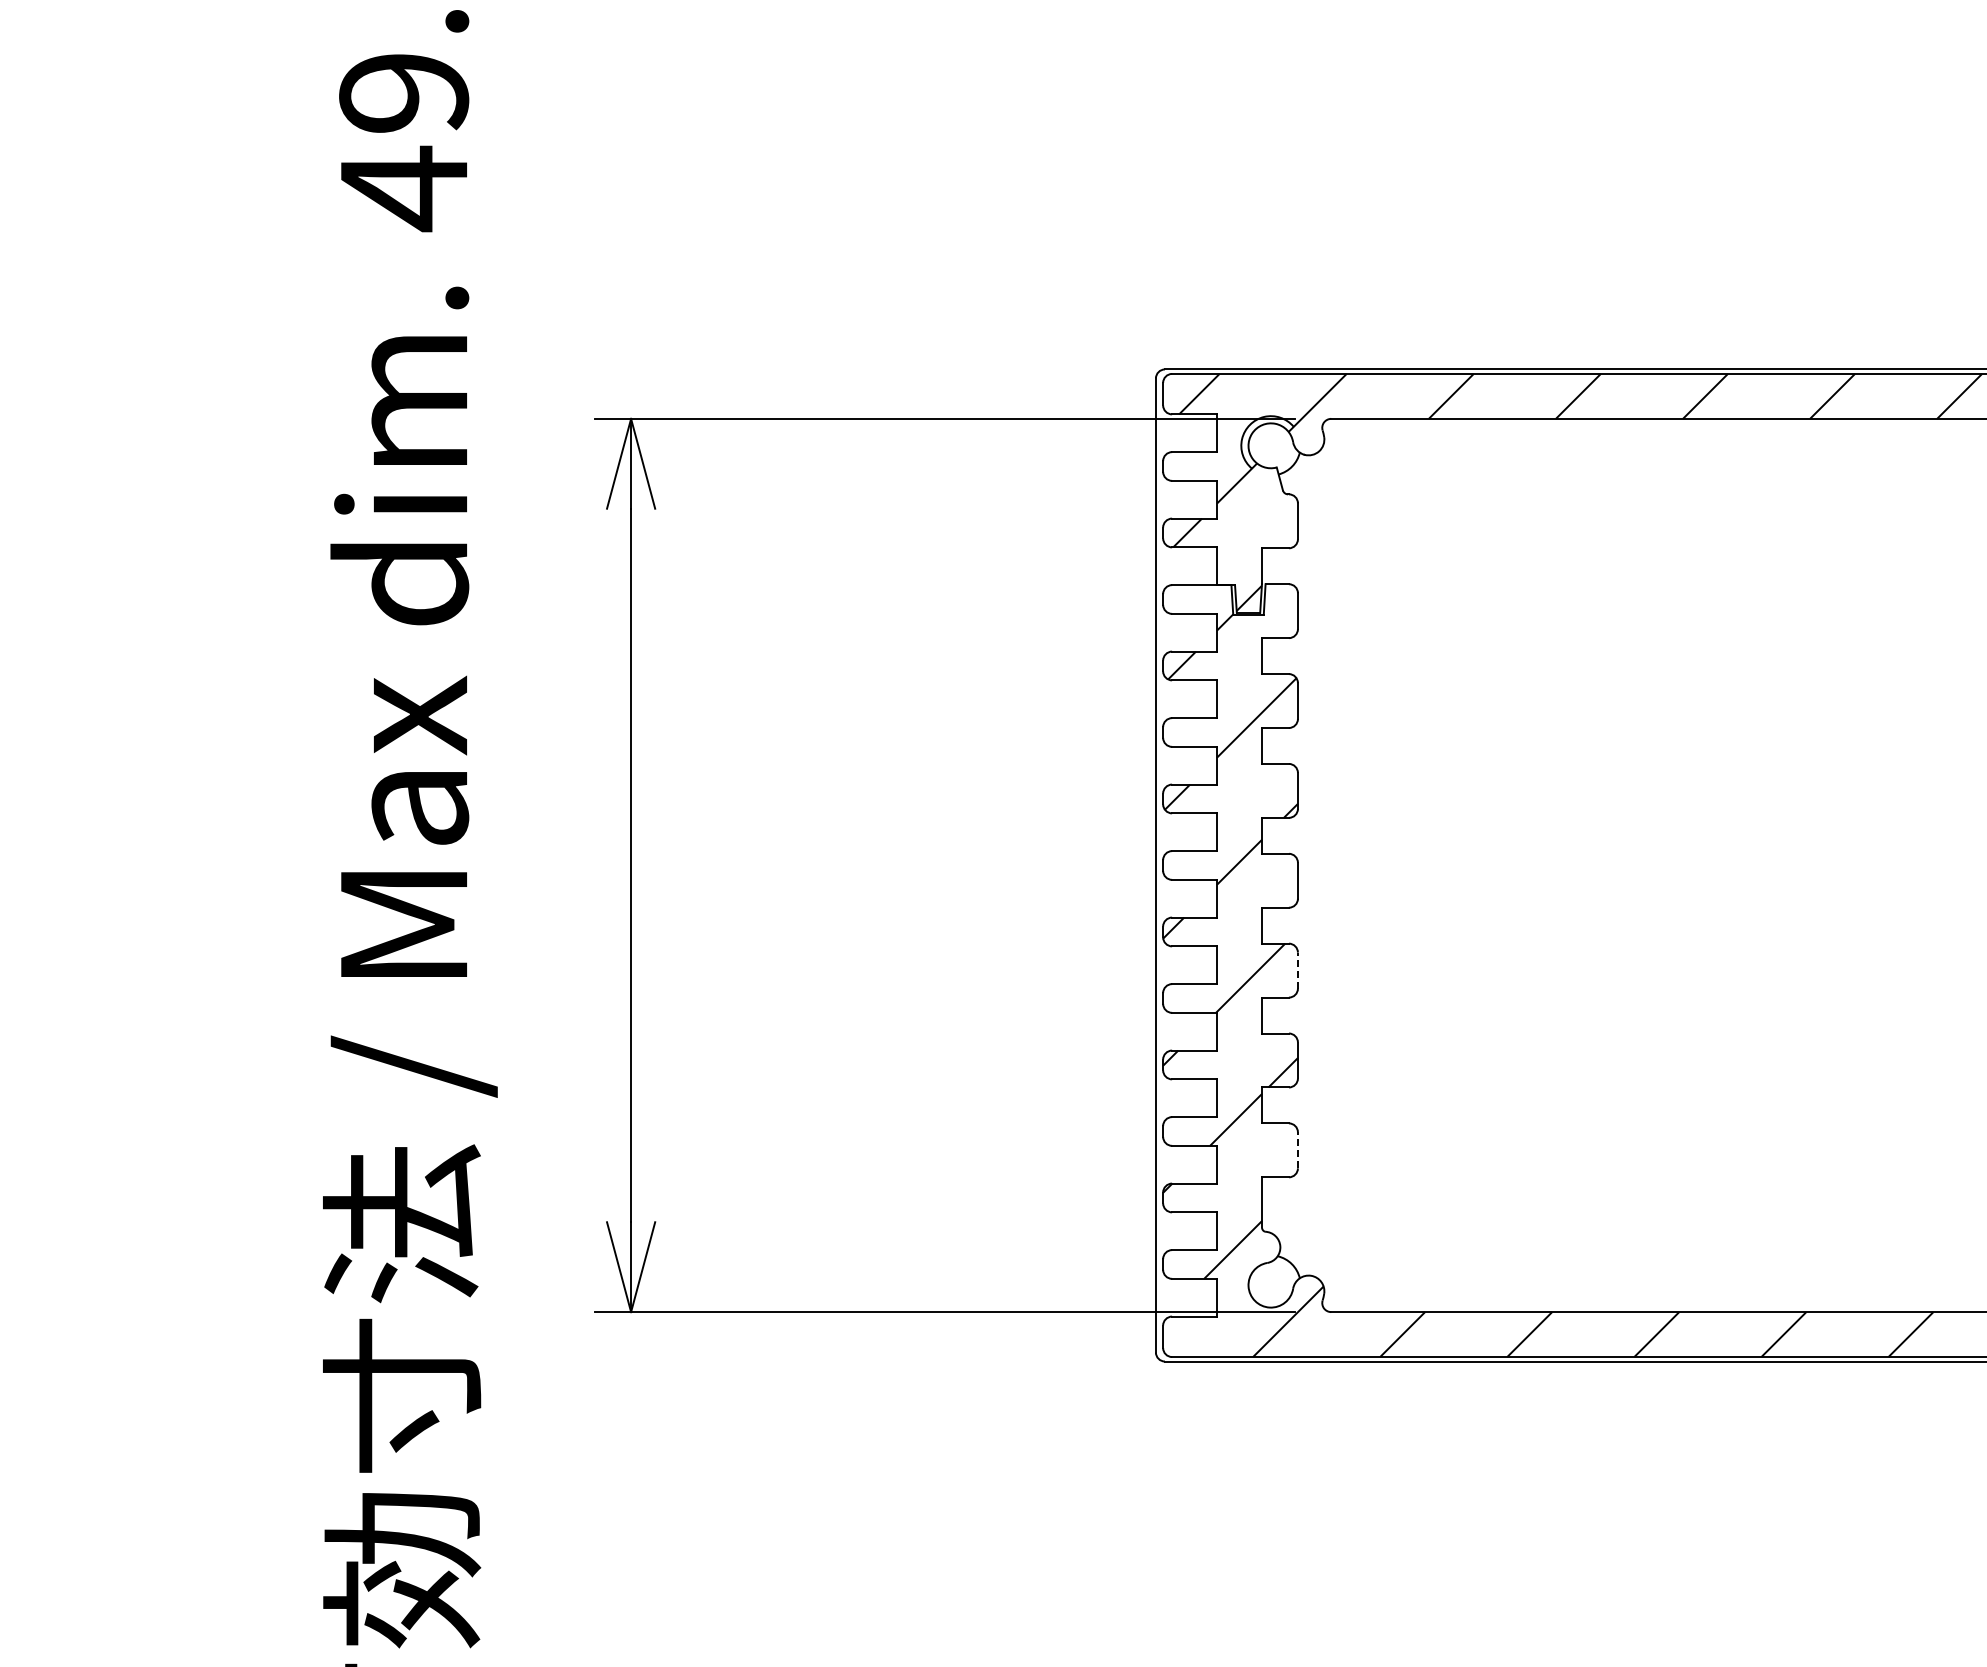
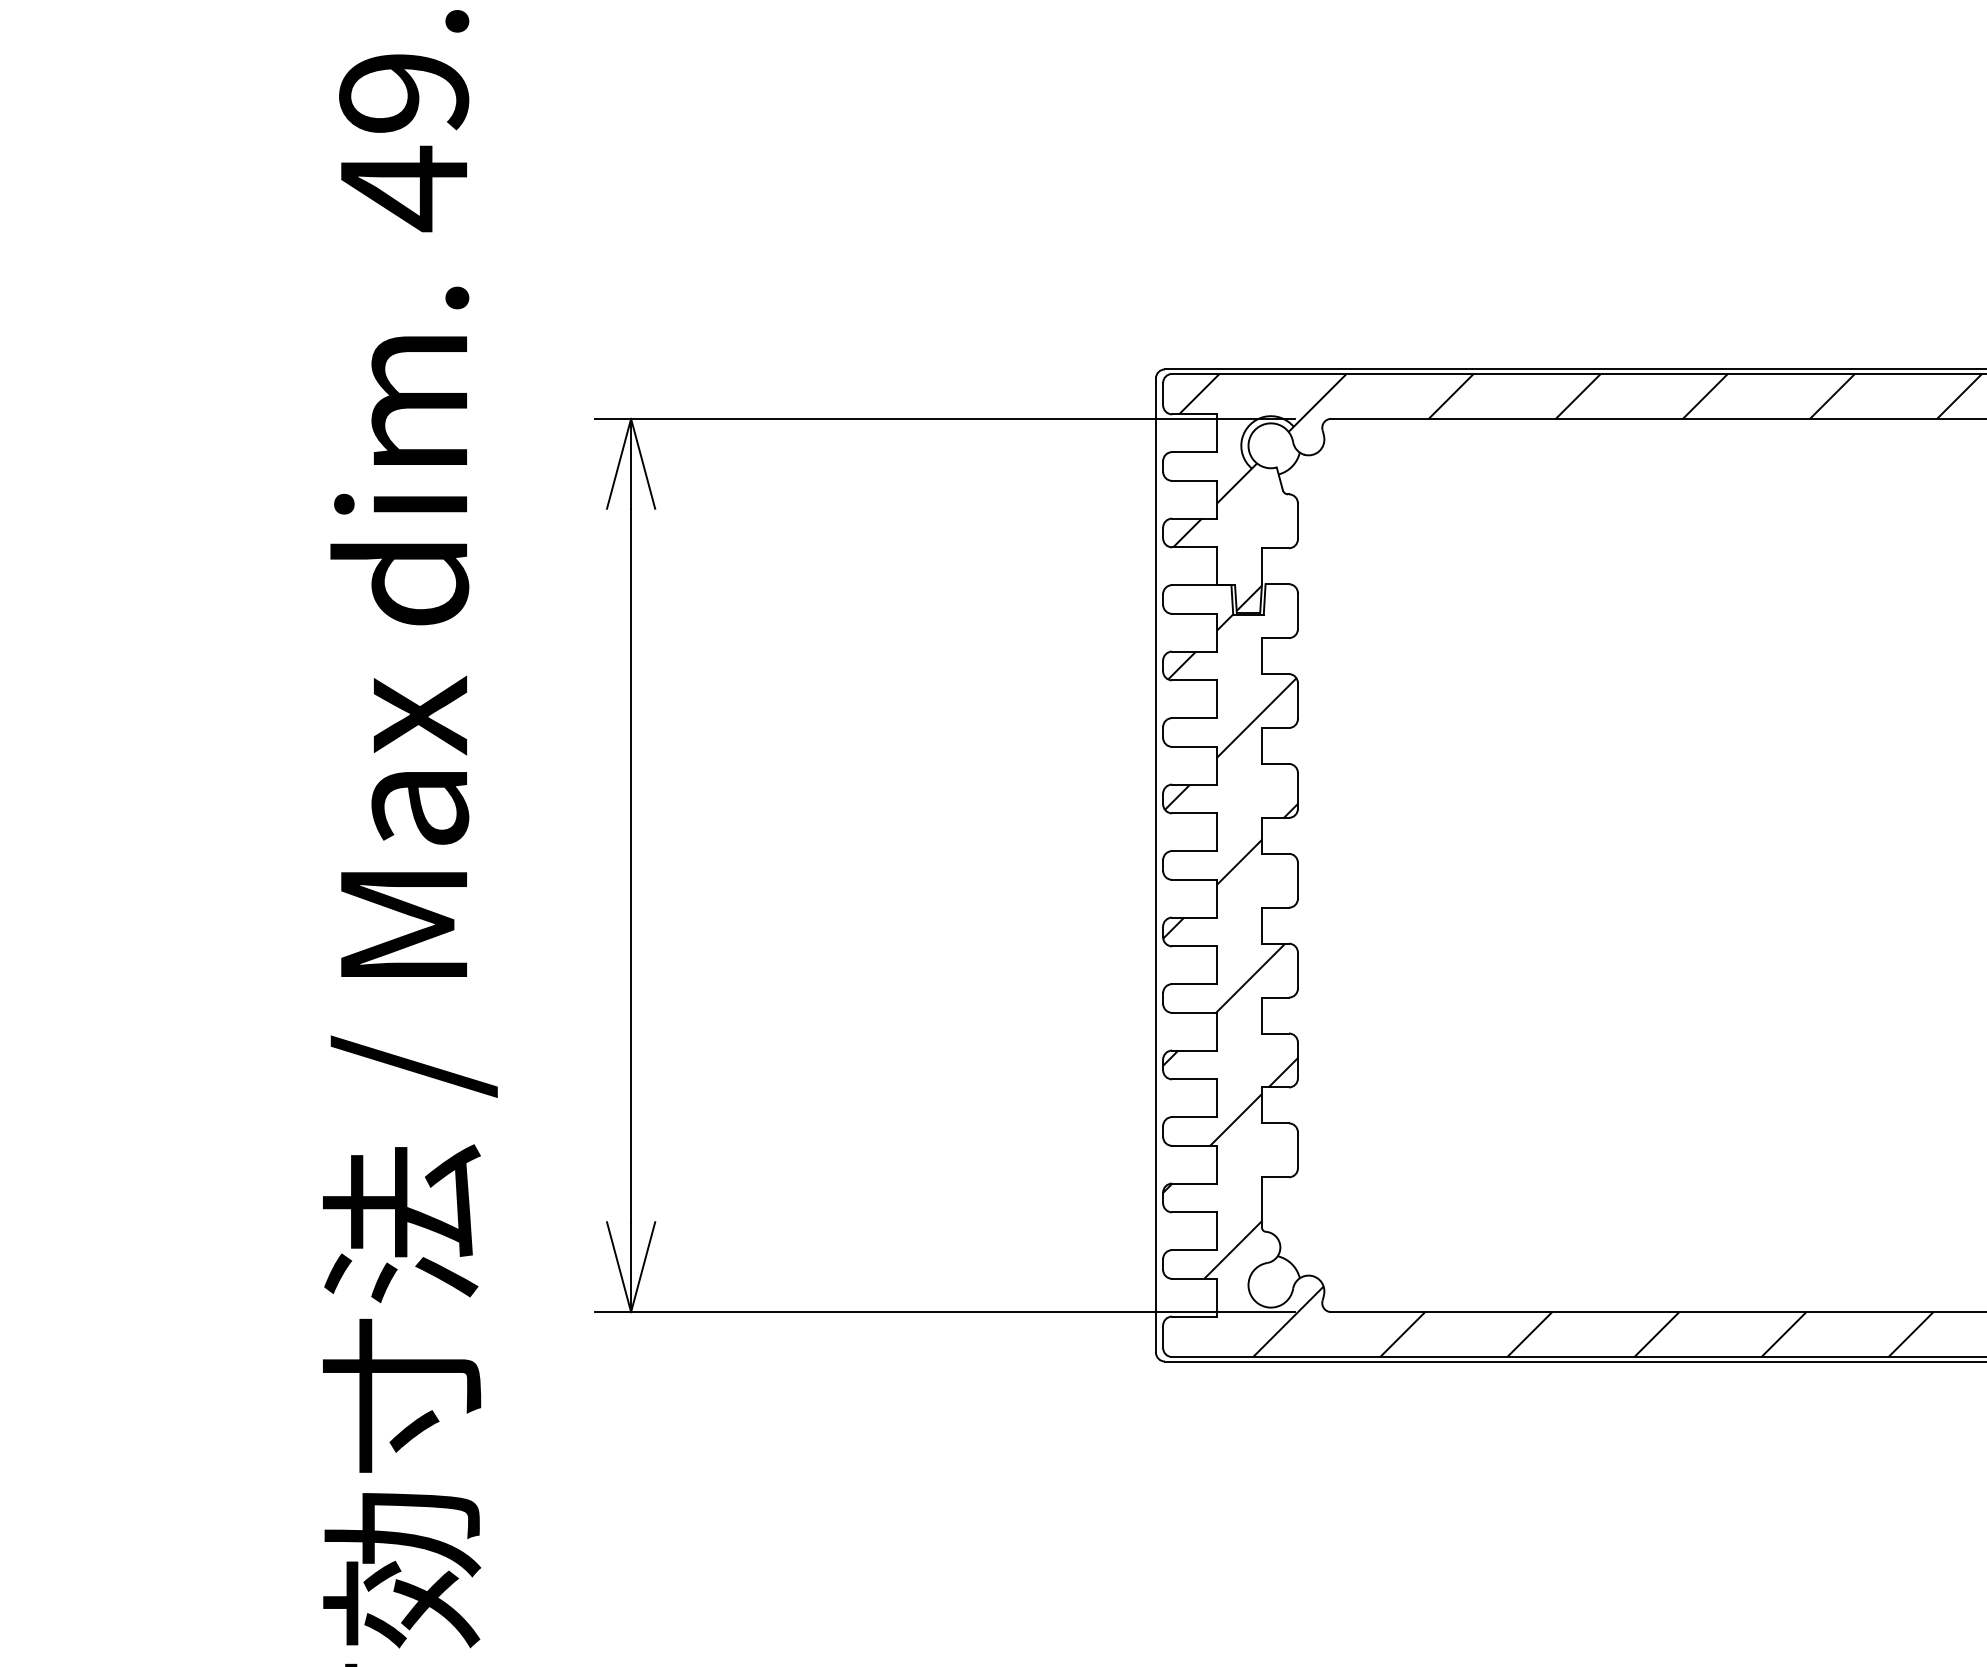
line at (1297, 970): dashed -> solid
line at (1297, 1150): dashed -> solid
